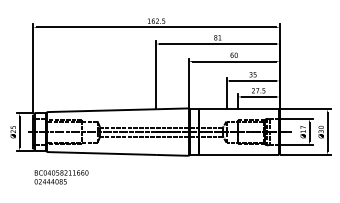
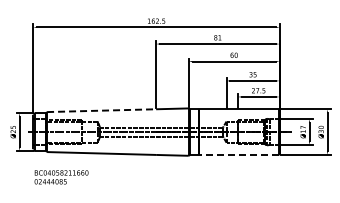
line at (101, 110): solid -> dashed
line at (238, 154): solid -> dashed
